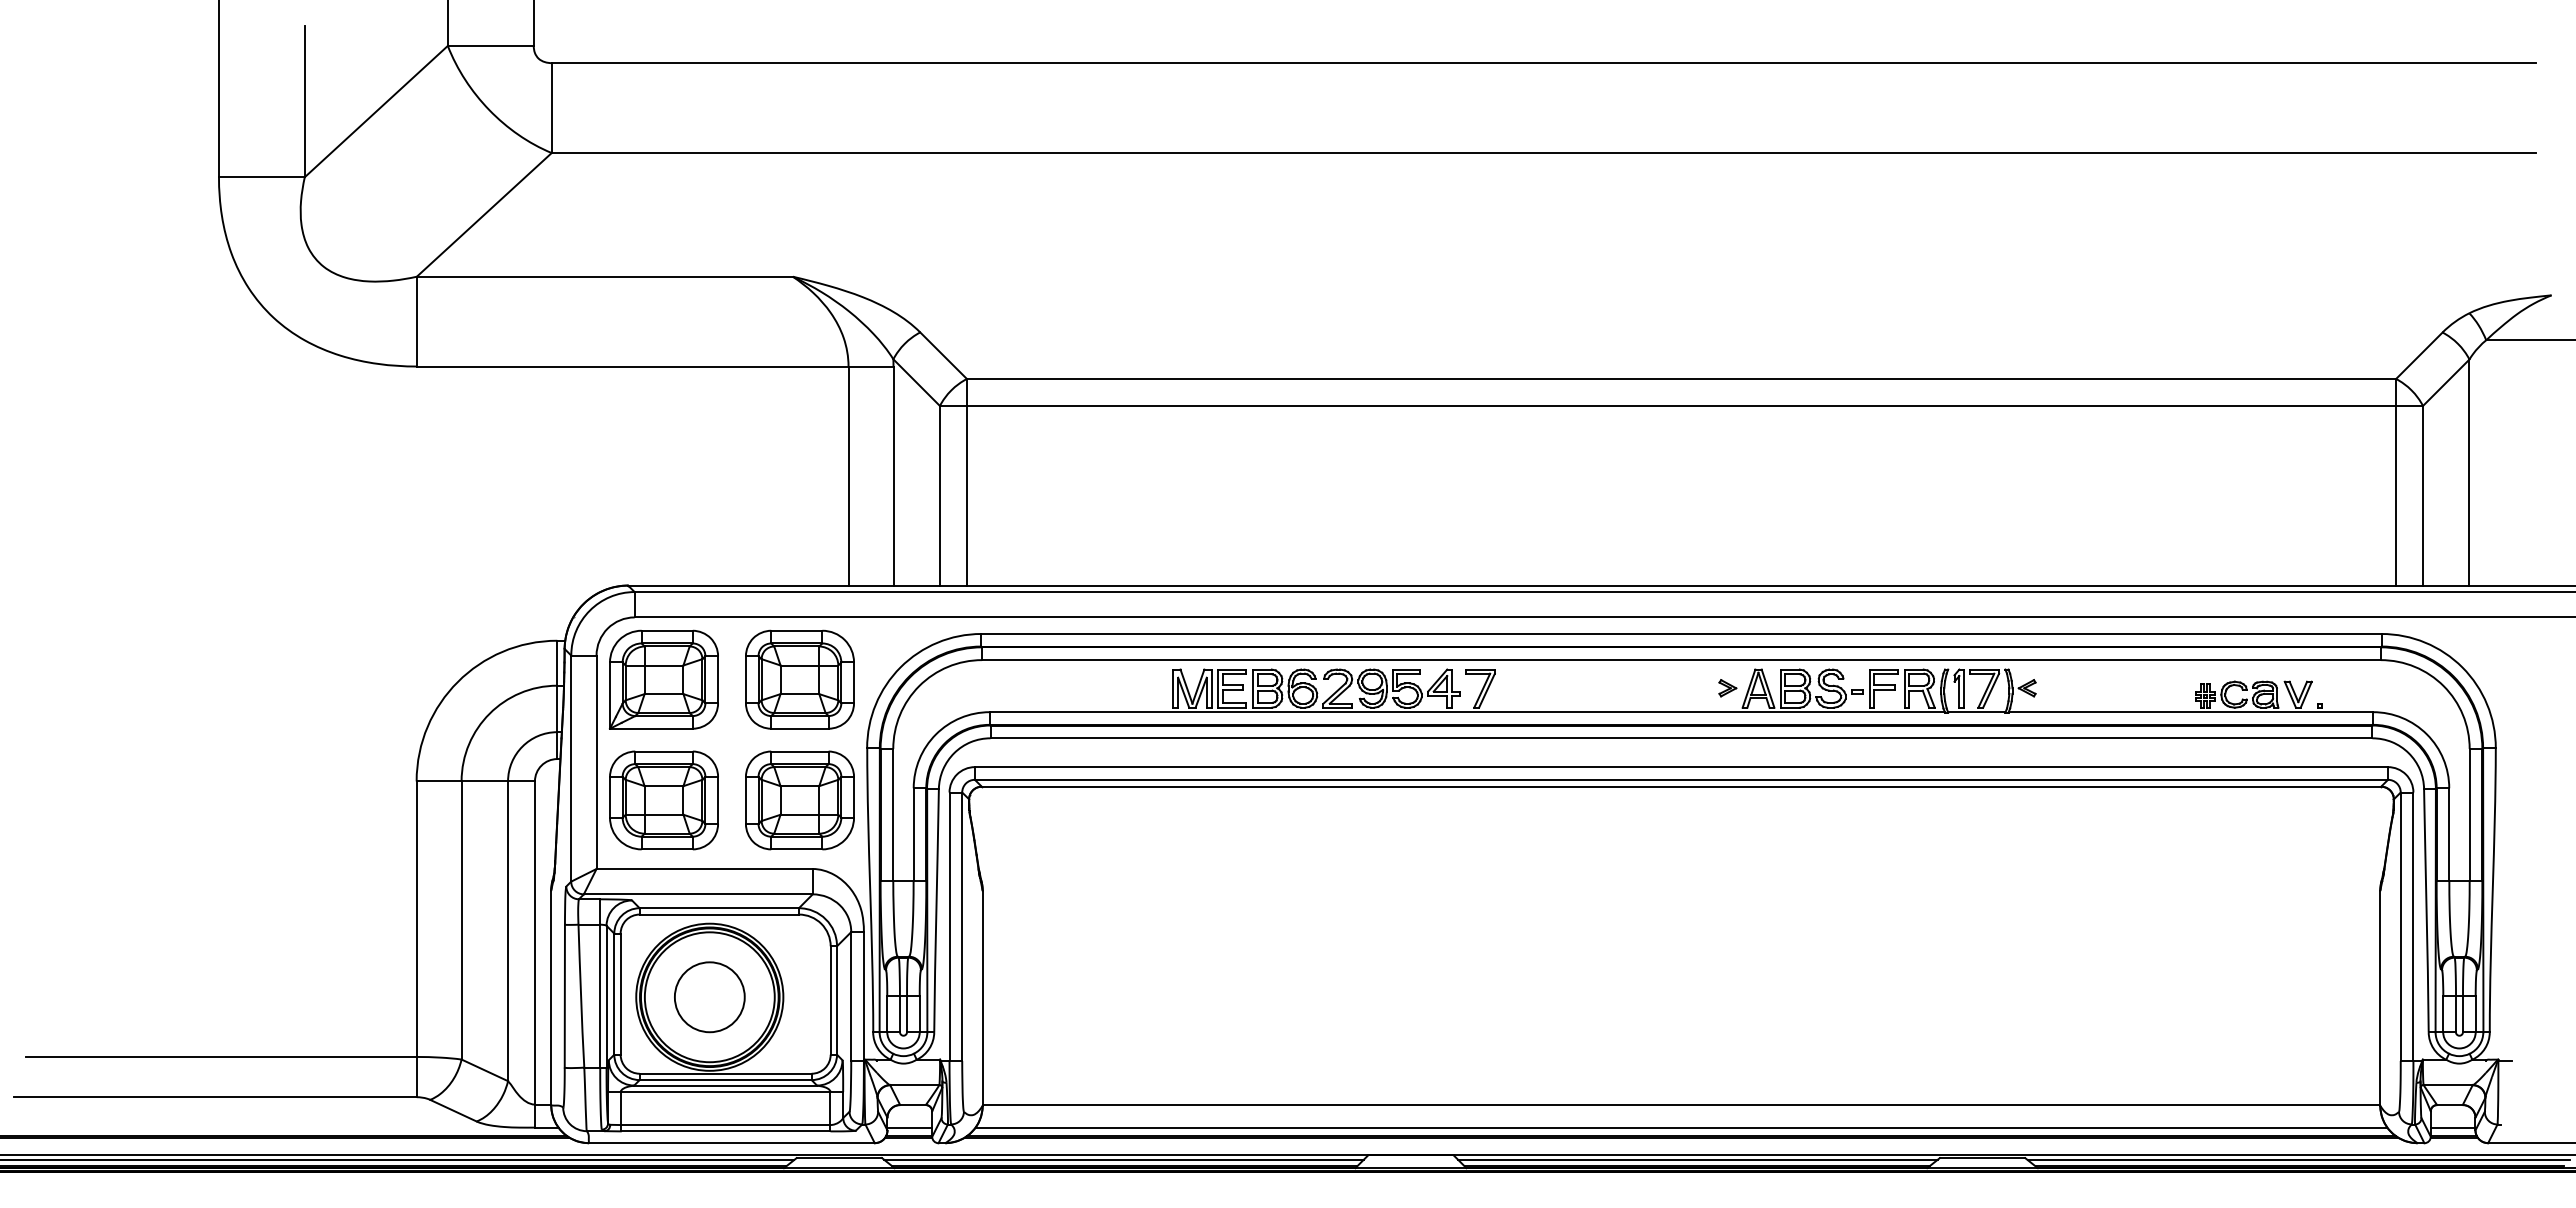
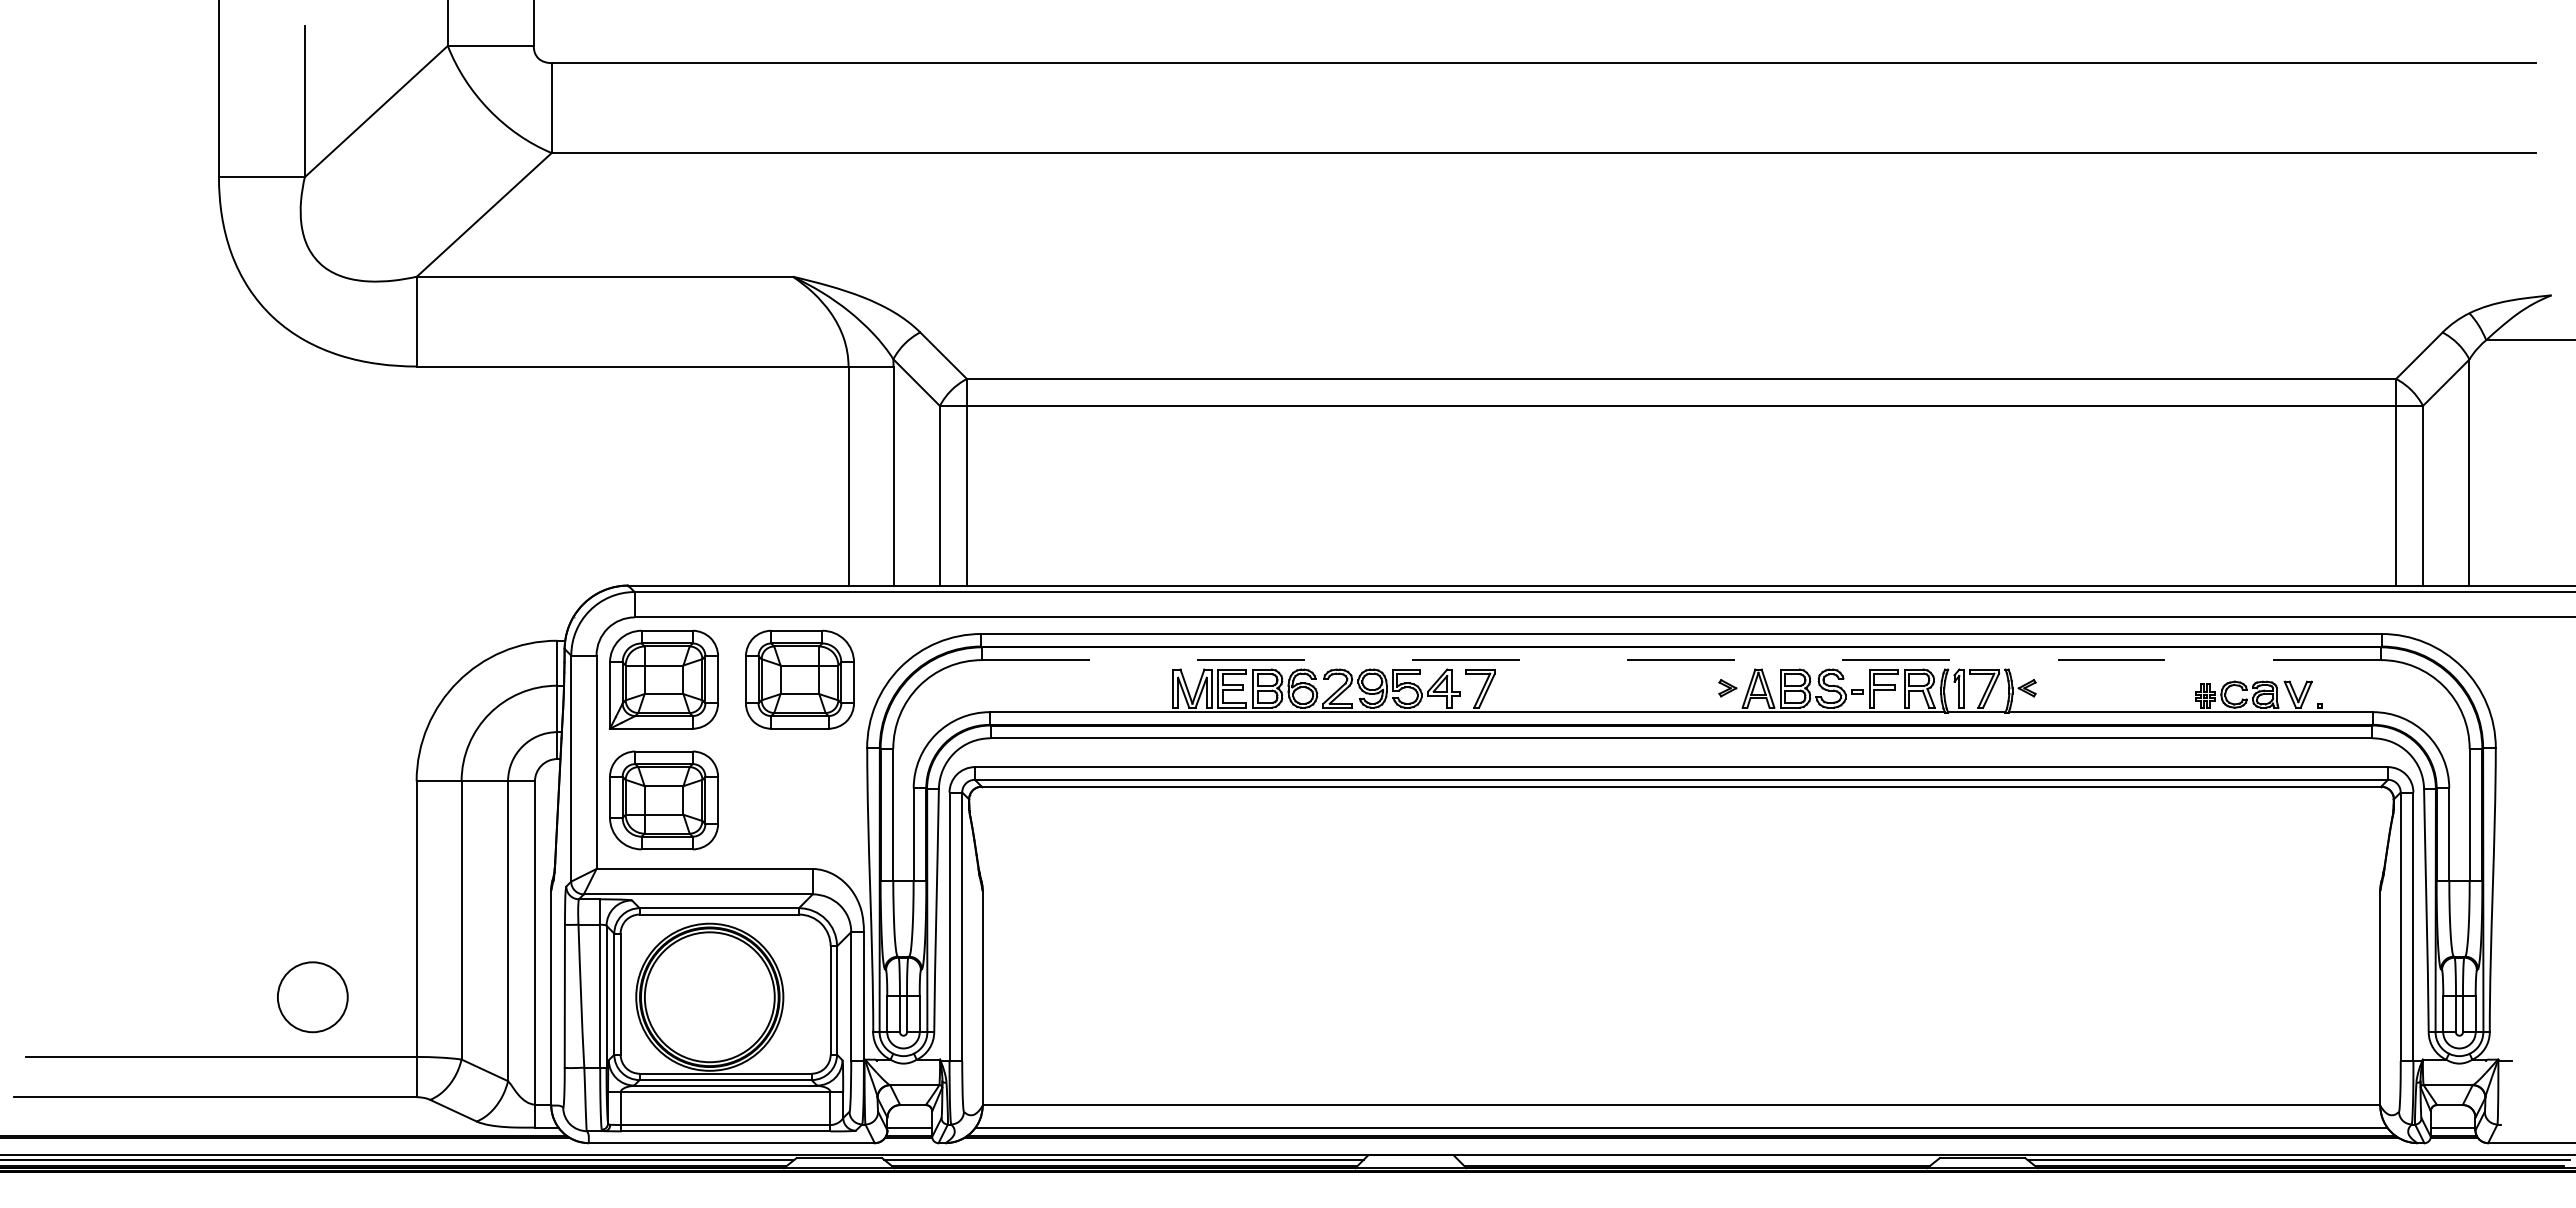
line at (1681, 660): solid -> dashed
part at (799, 800): present -> none
circle at (709, 997) position: (709, 997) -> (312, 997)
line at (1697, 1159): present -> none
